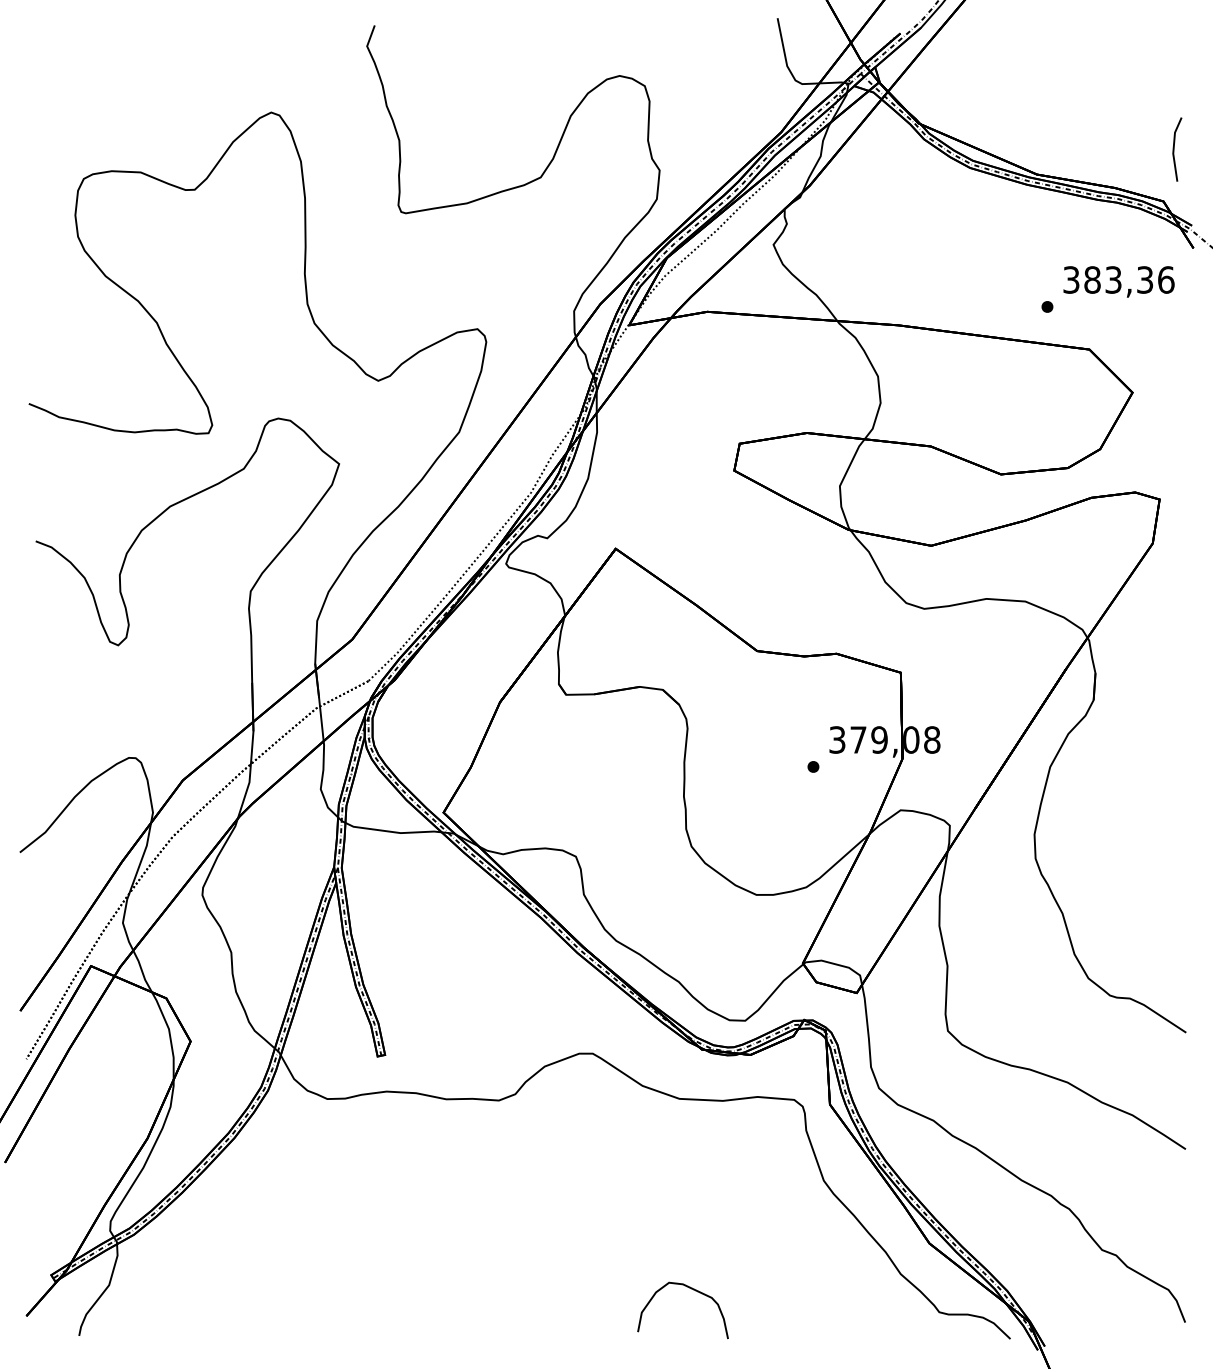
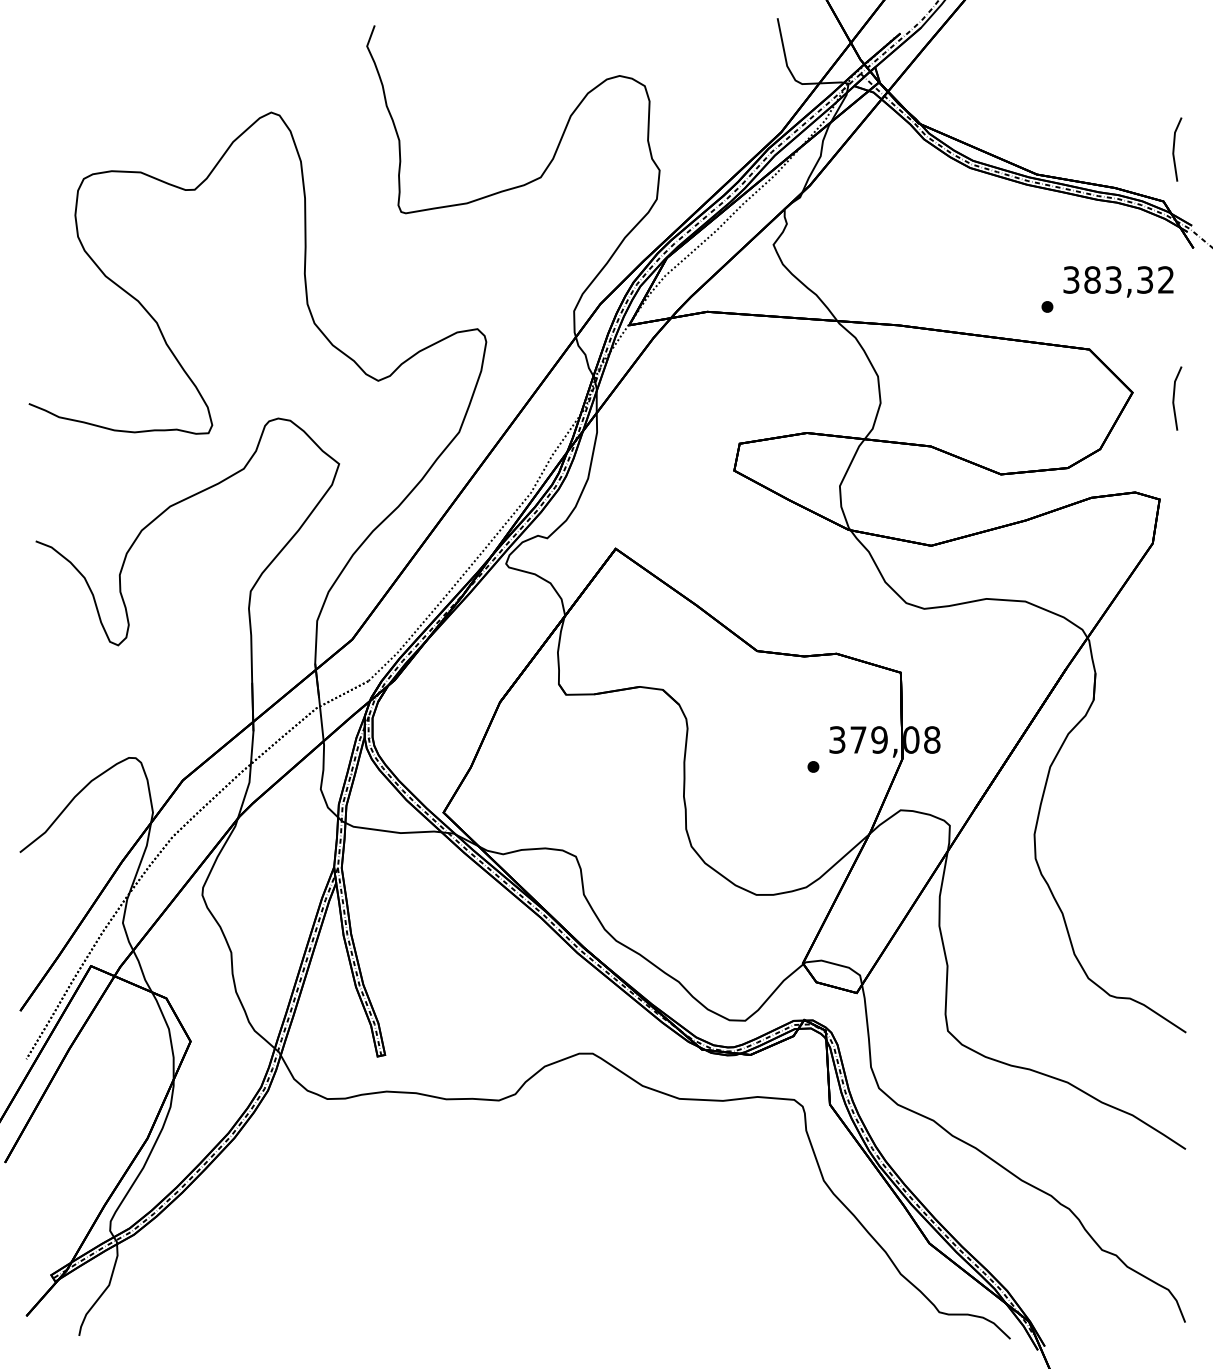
text at (1166, 279): 383,36 -> 383,32
line at (1174, 398): none -> present
curve at (693, 1290): present -> none
